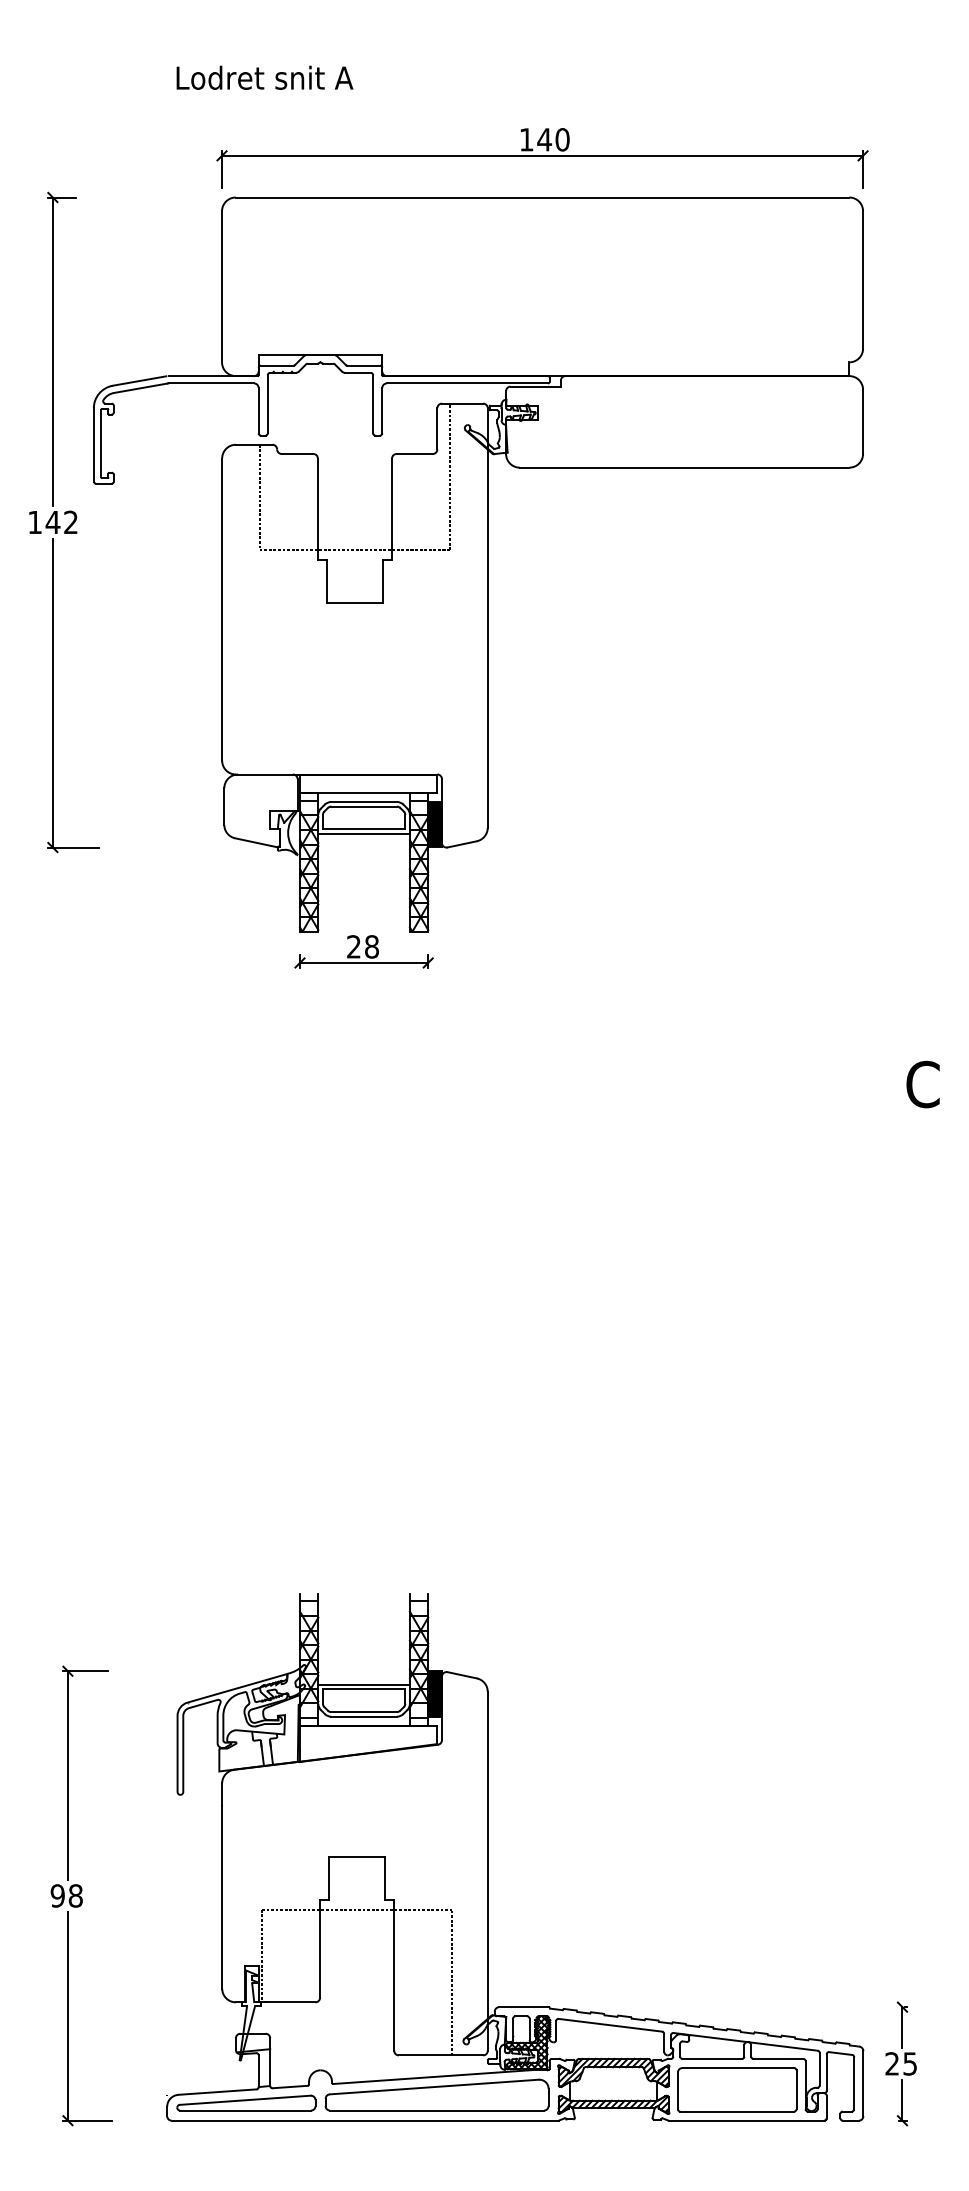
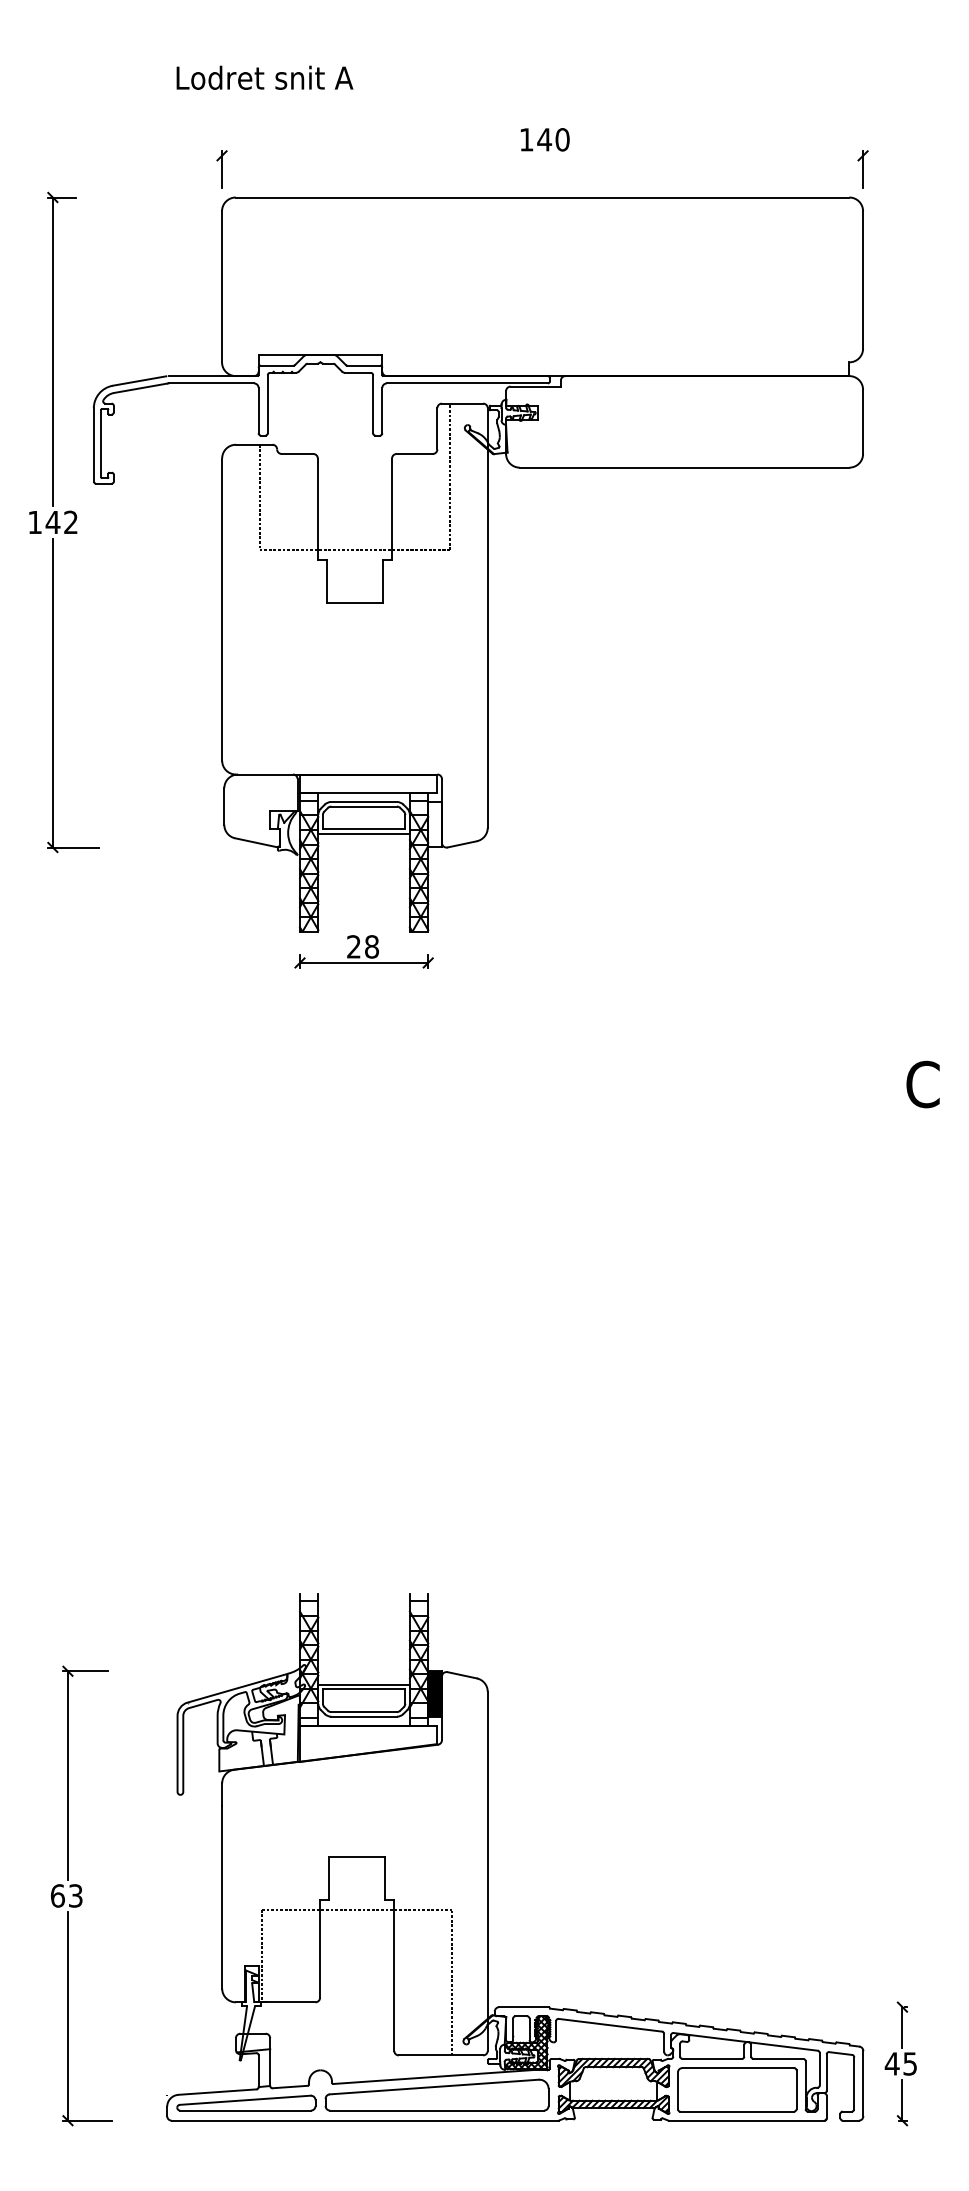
line at (542, 155): present -> none
fill at (434, 824): present -> none
text at (66, 1895): 98 -> 63
text at (891, 2063): 25 -> 45
